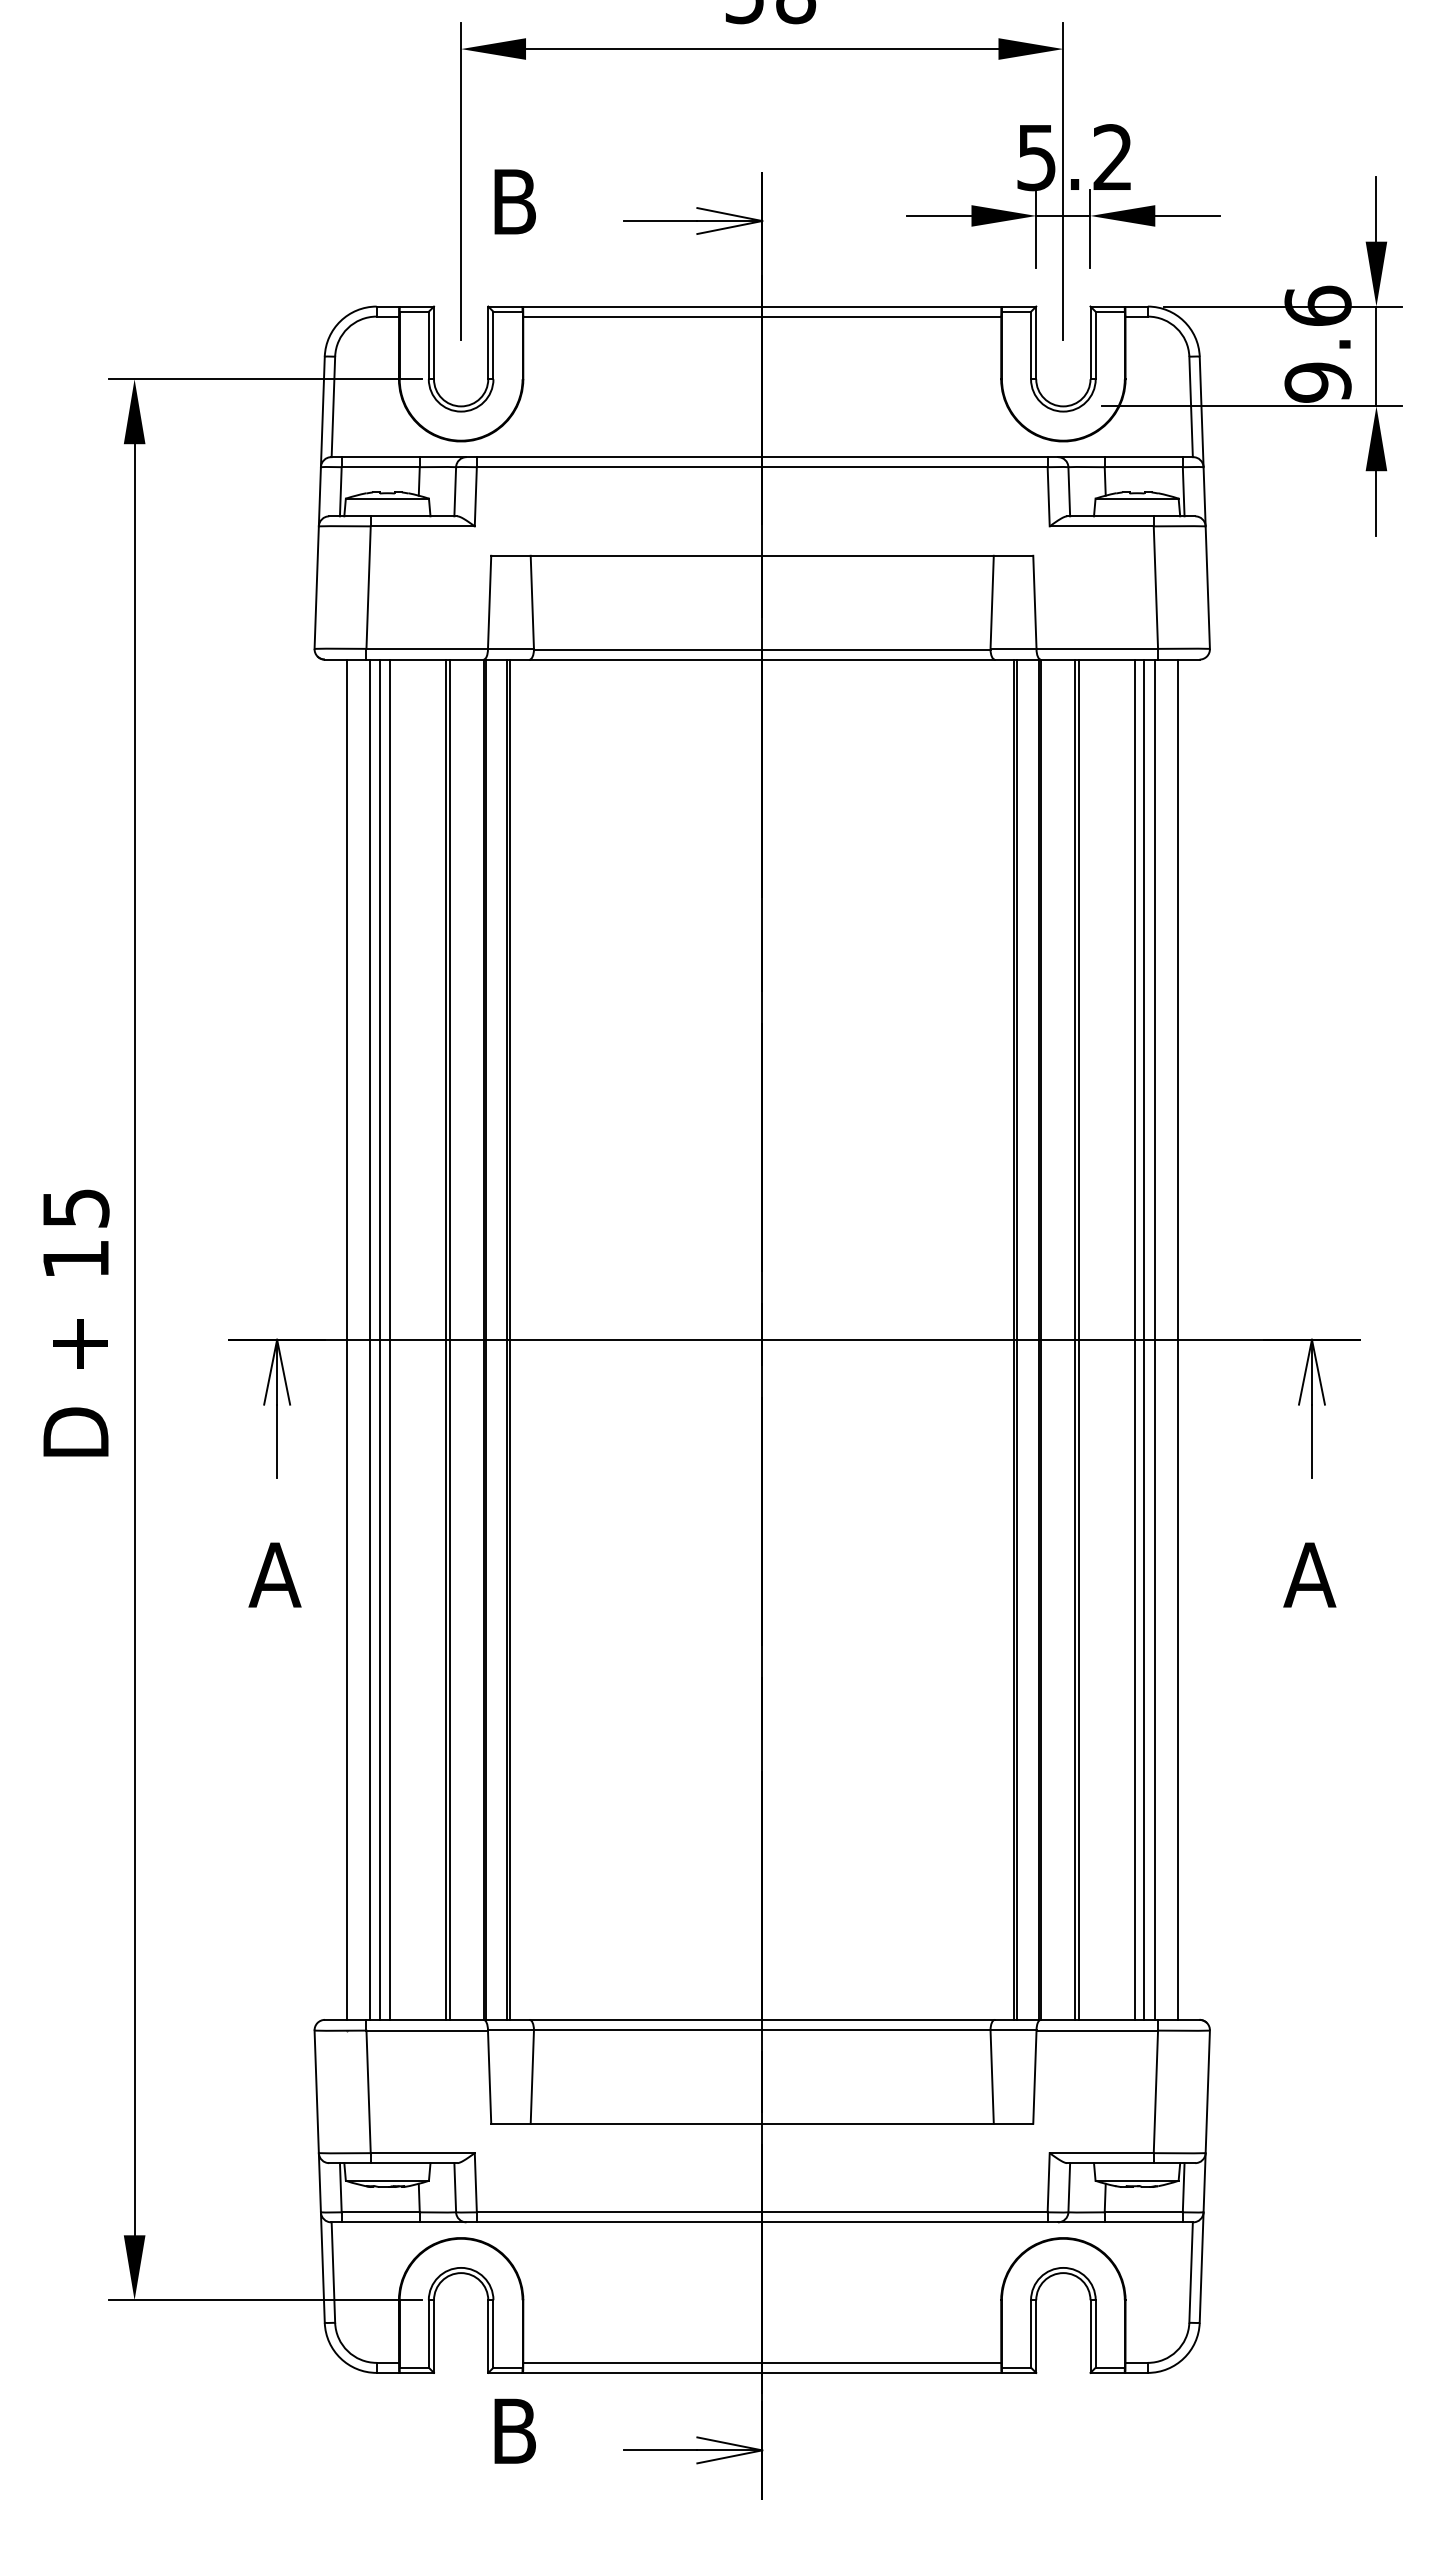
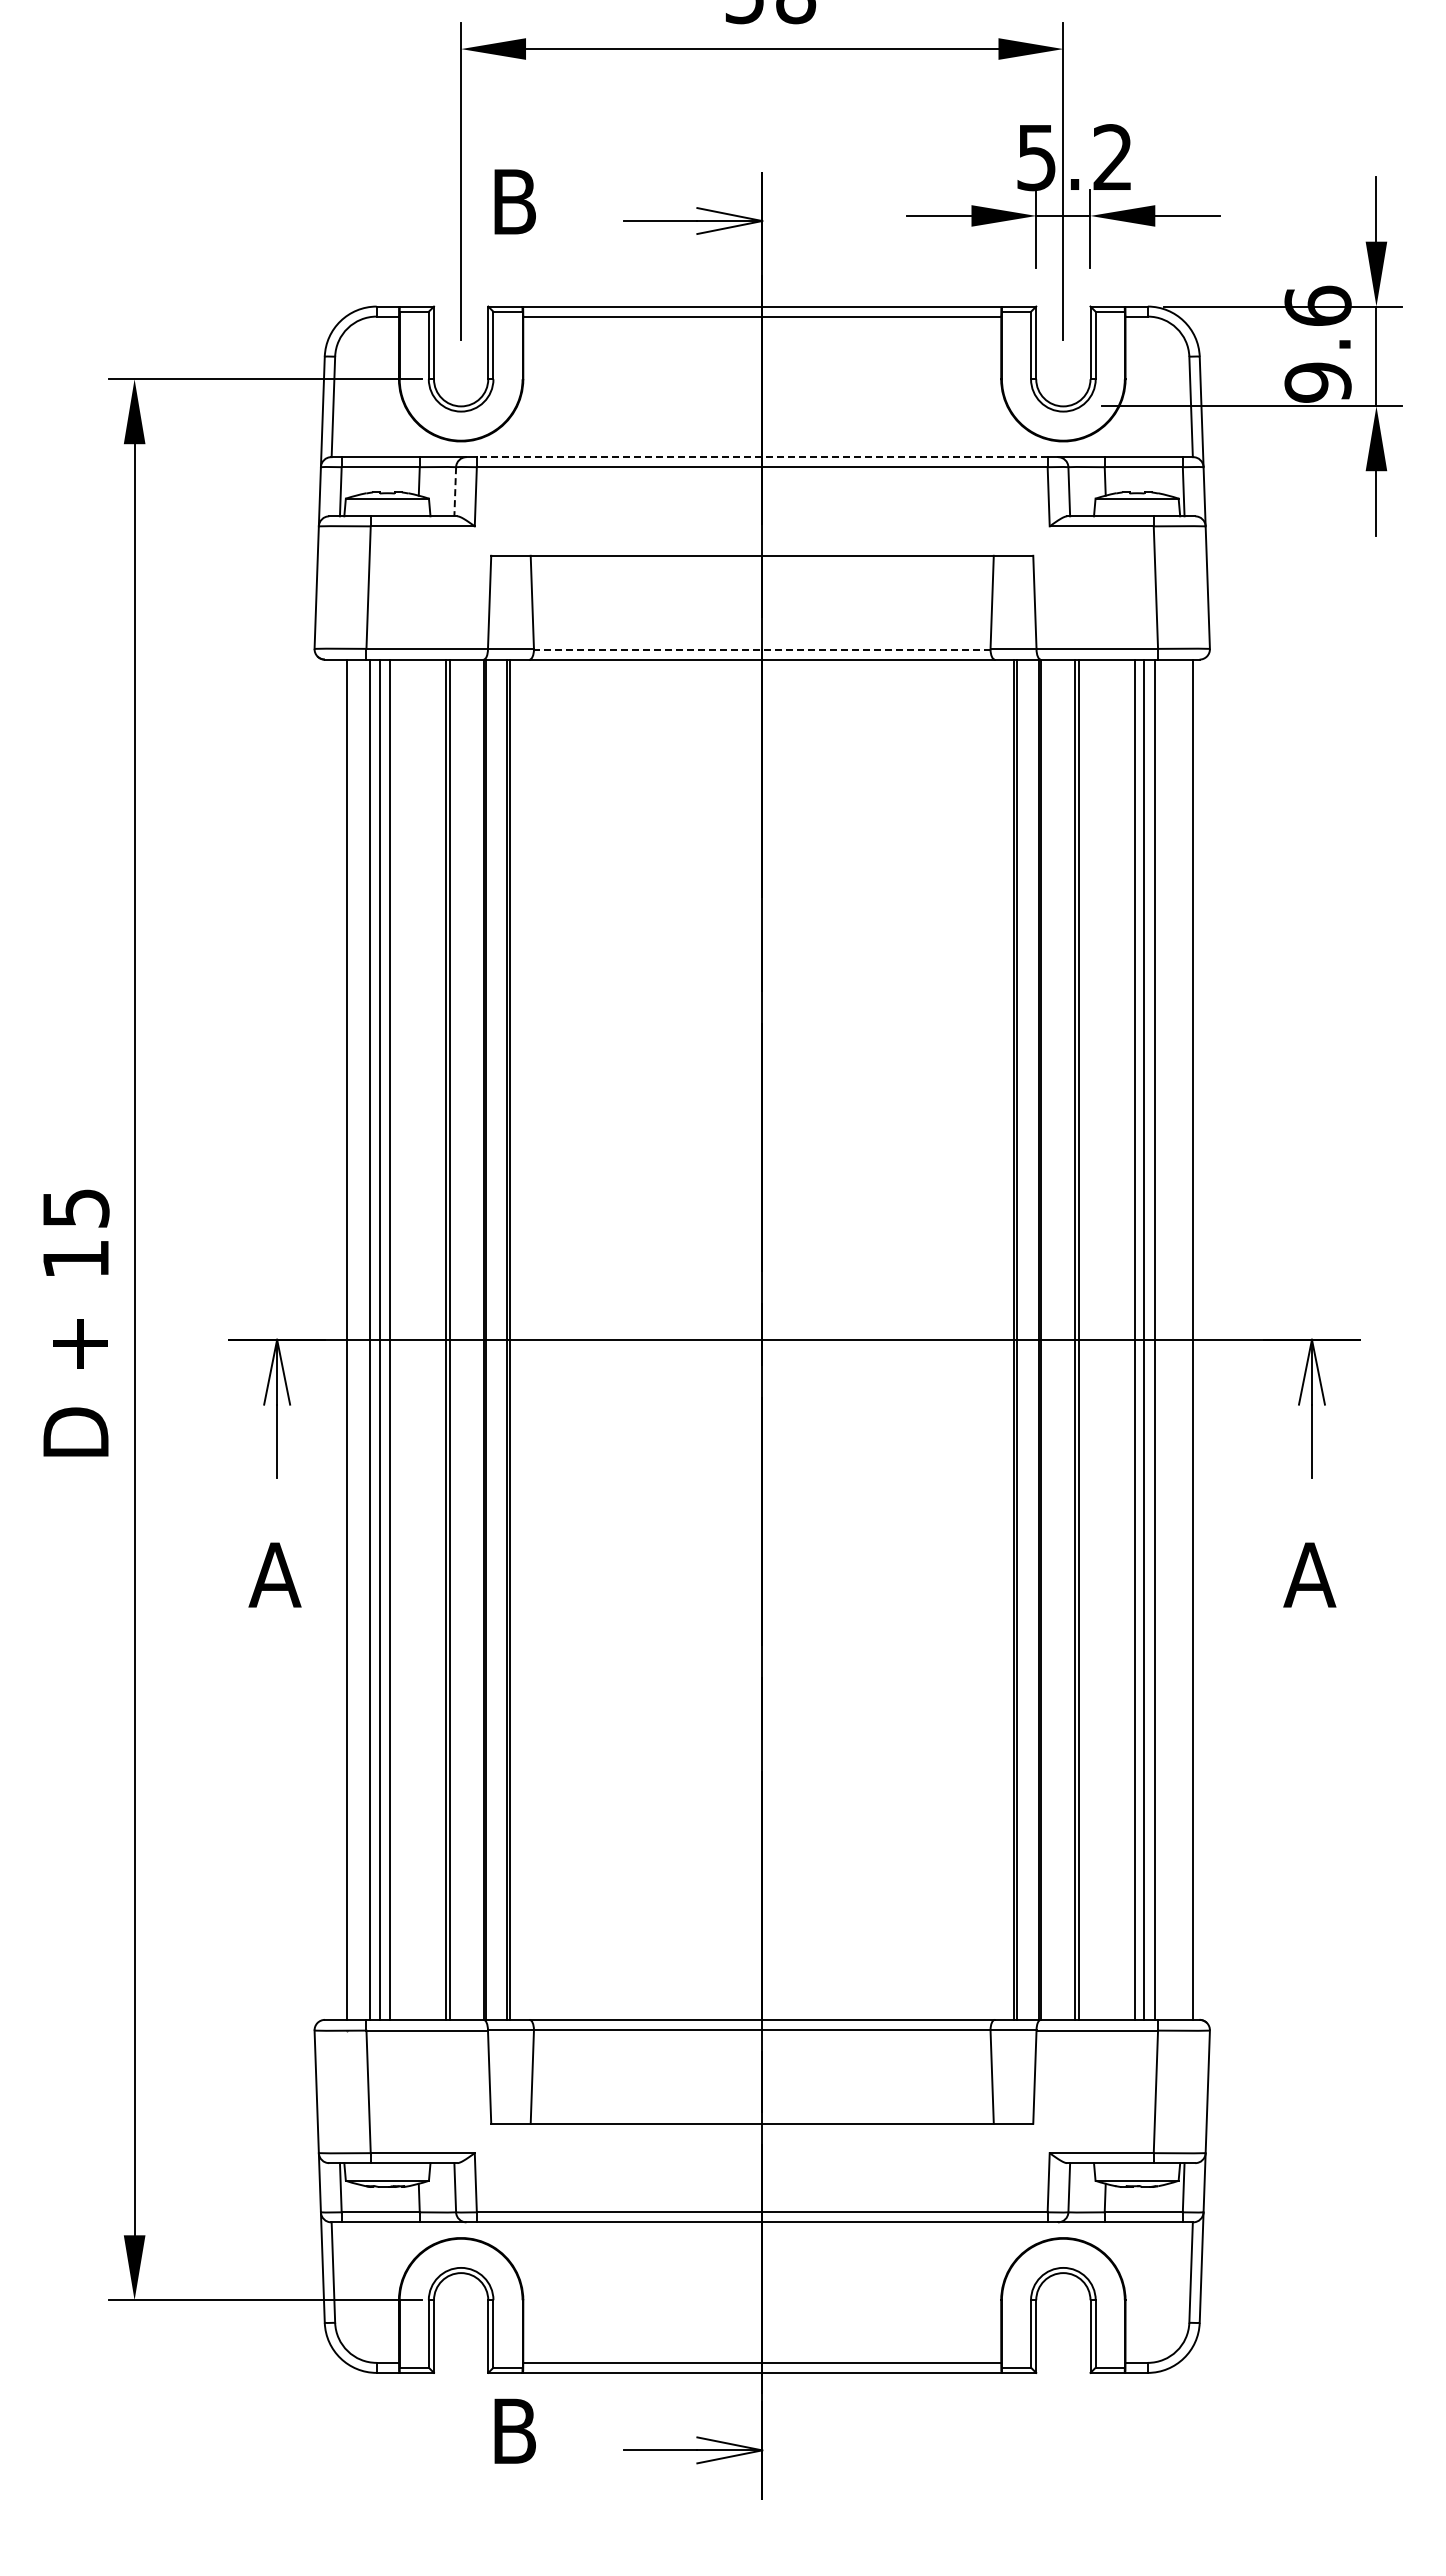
line at (761, 457): solid -> dashed
line at (455, 491): solid -> dashed
line at (761, 649): solid -> dashed
line at (1177, 1339) position: (1177, 1339) -> (1192, 1339)
